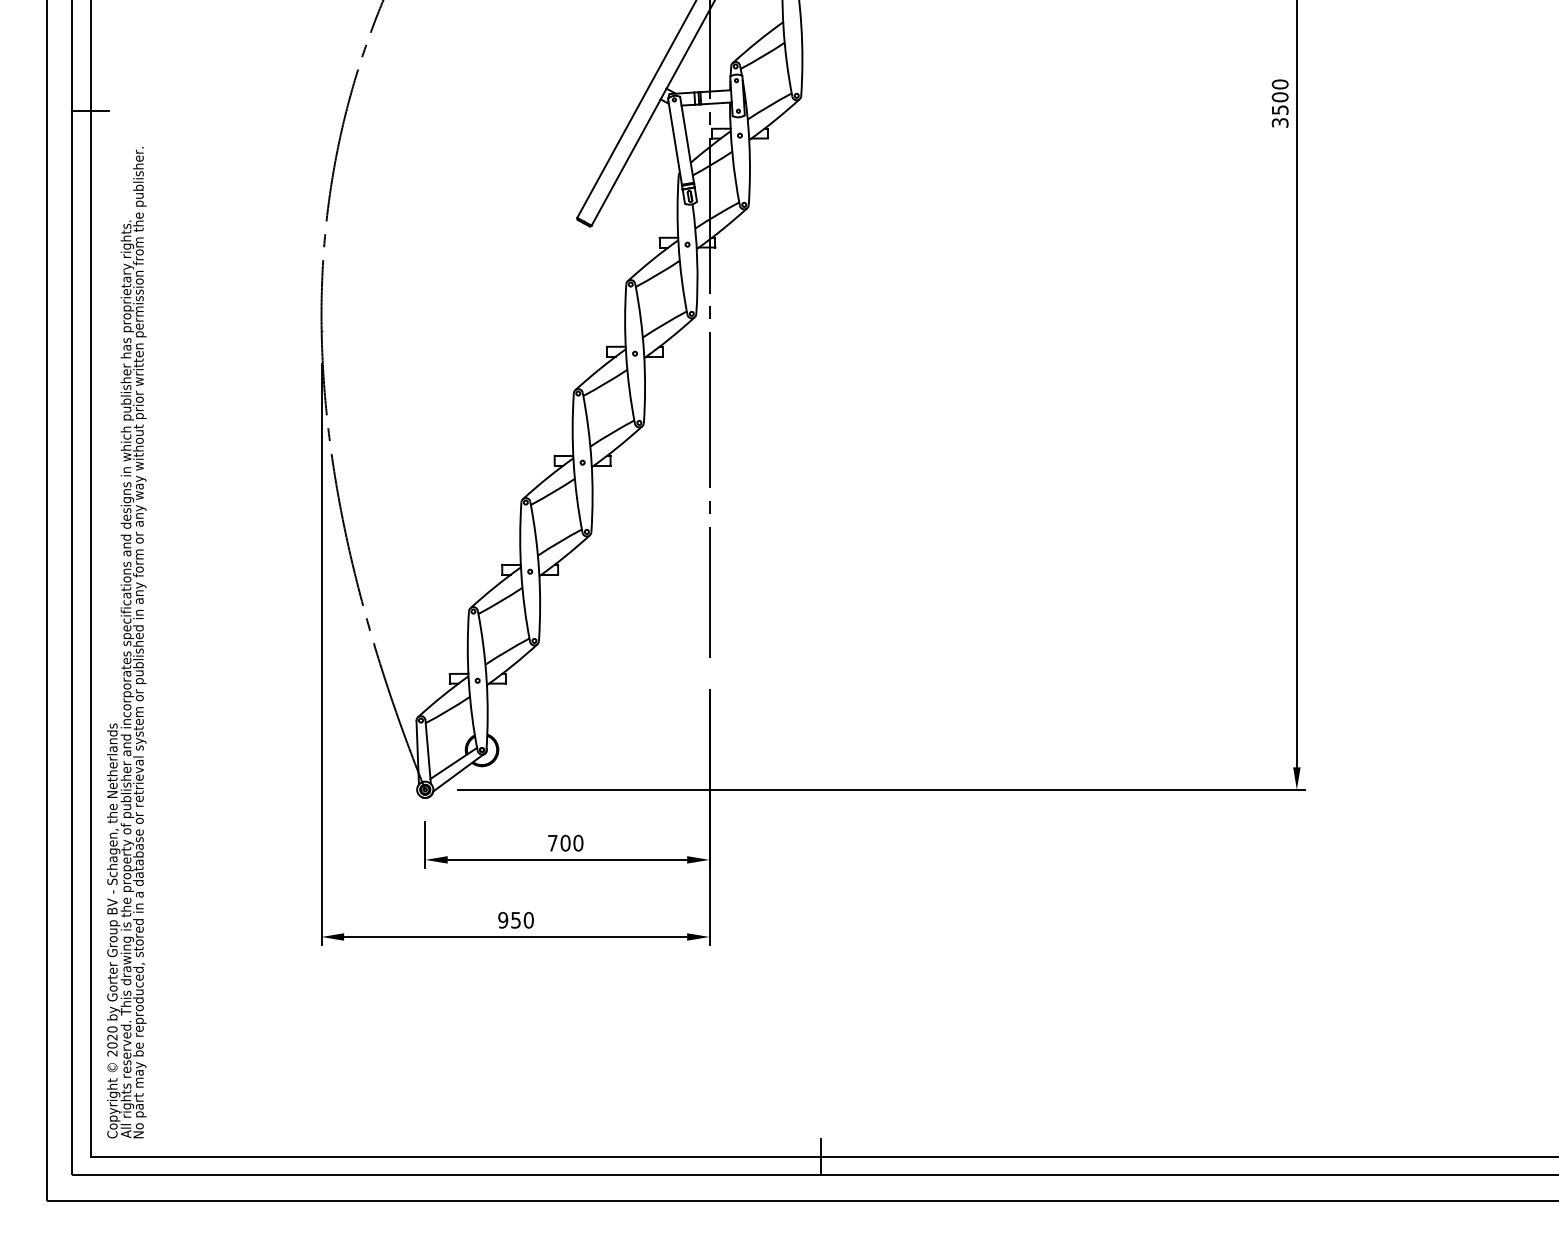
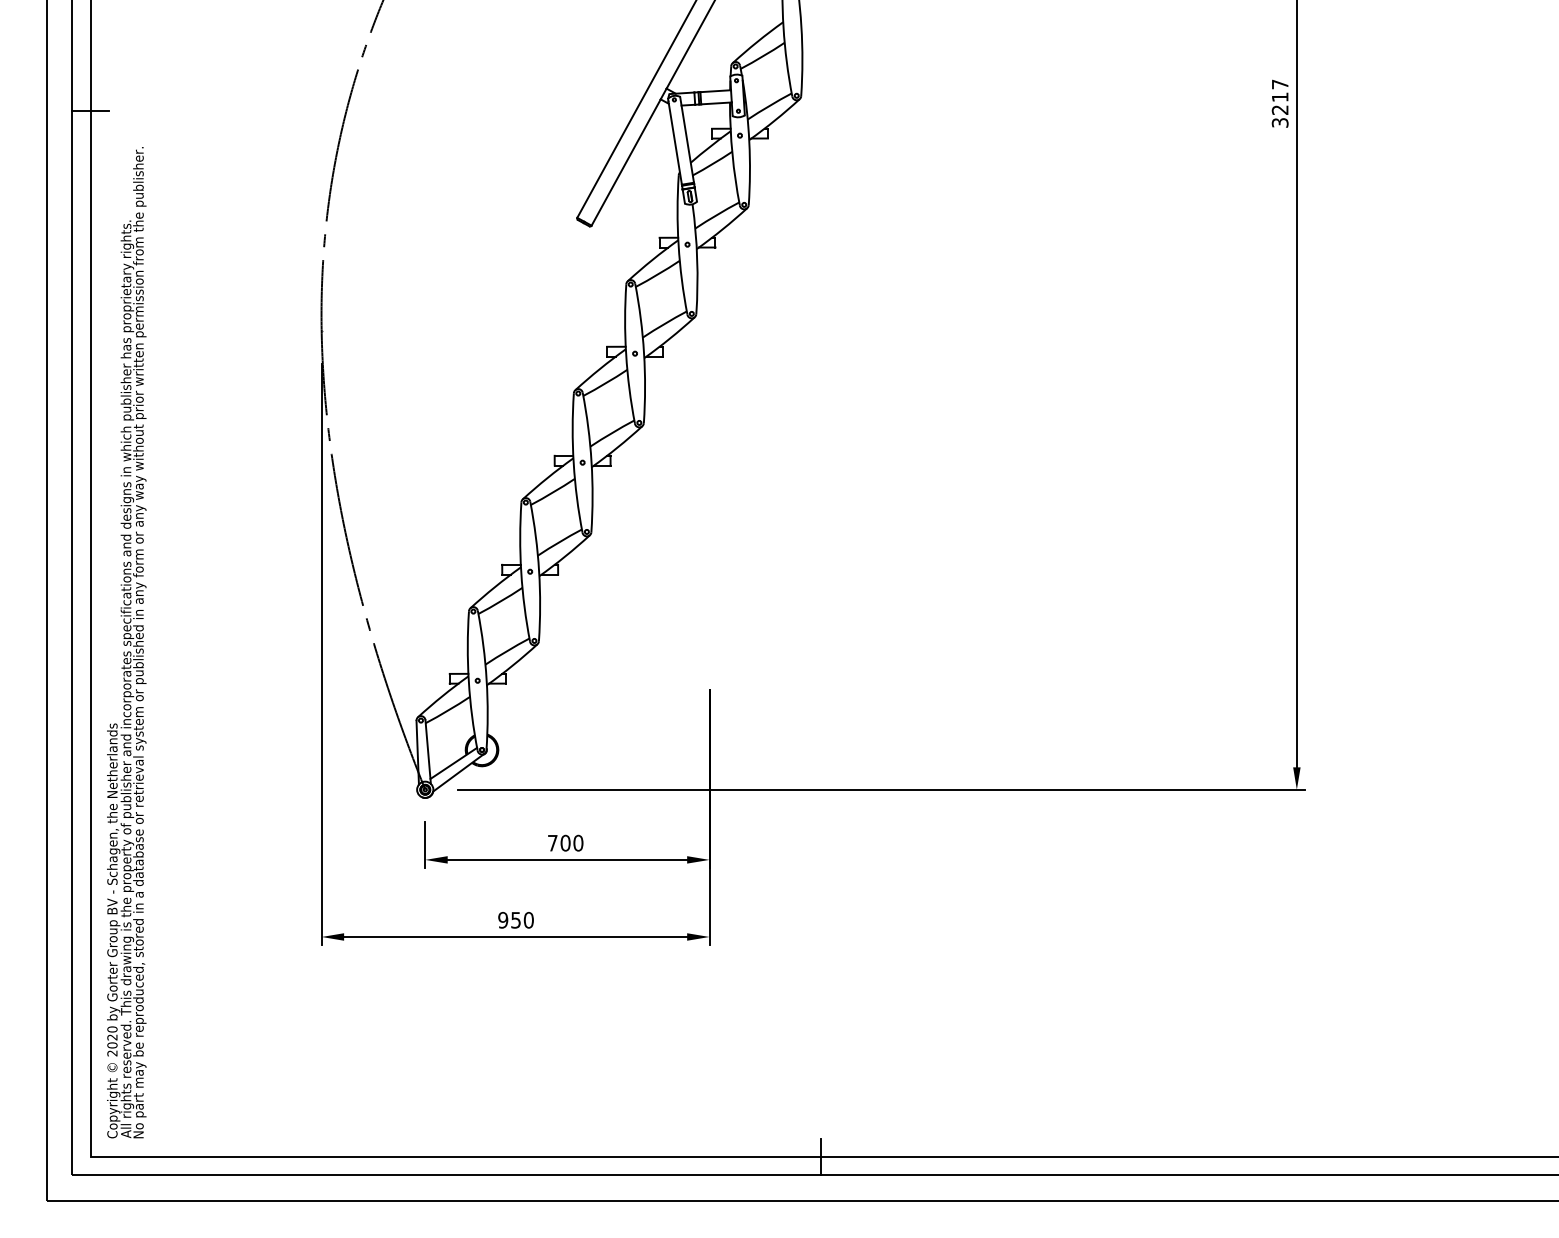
text at (1279, 96): 3500 -> 3217
line at (709, 329): present -> none
